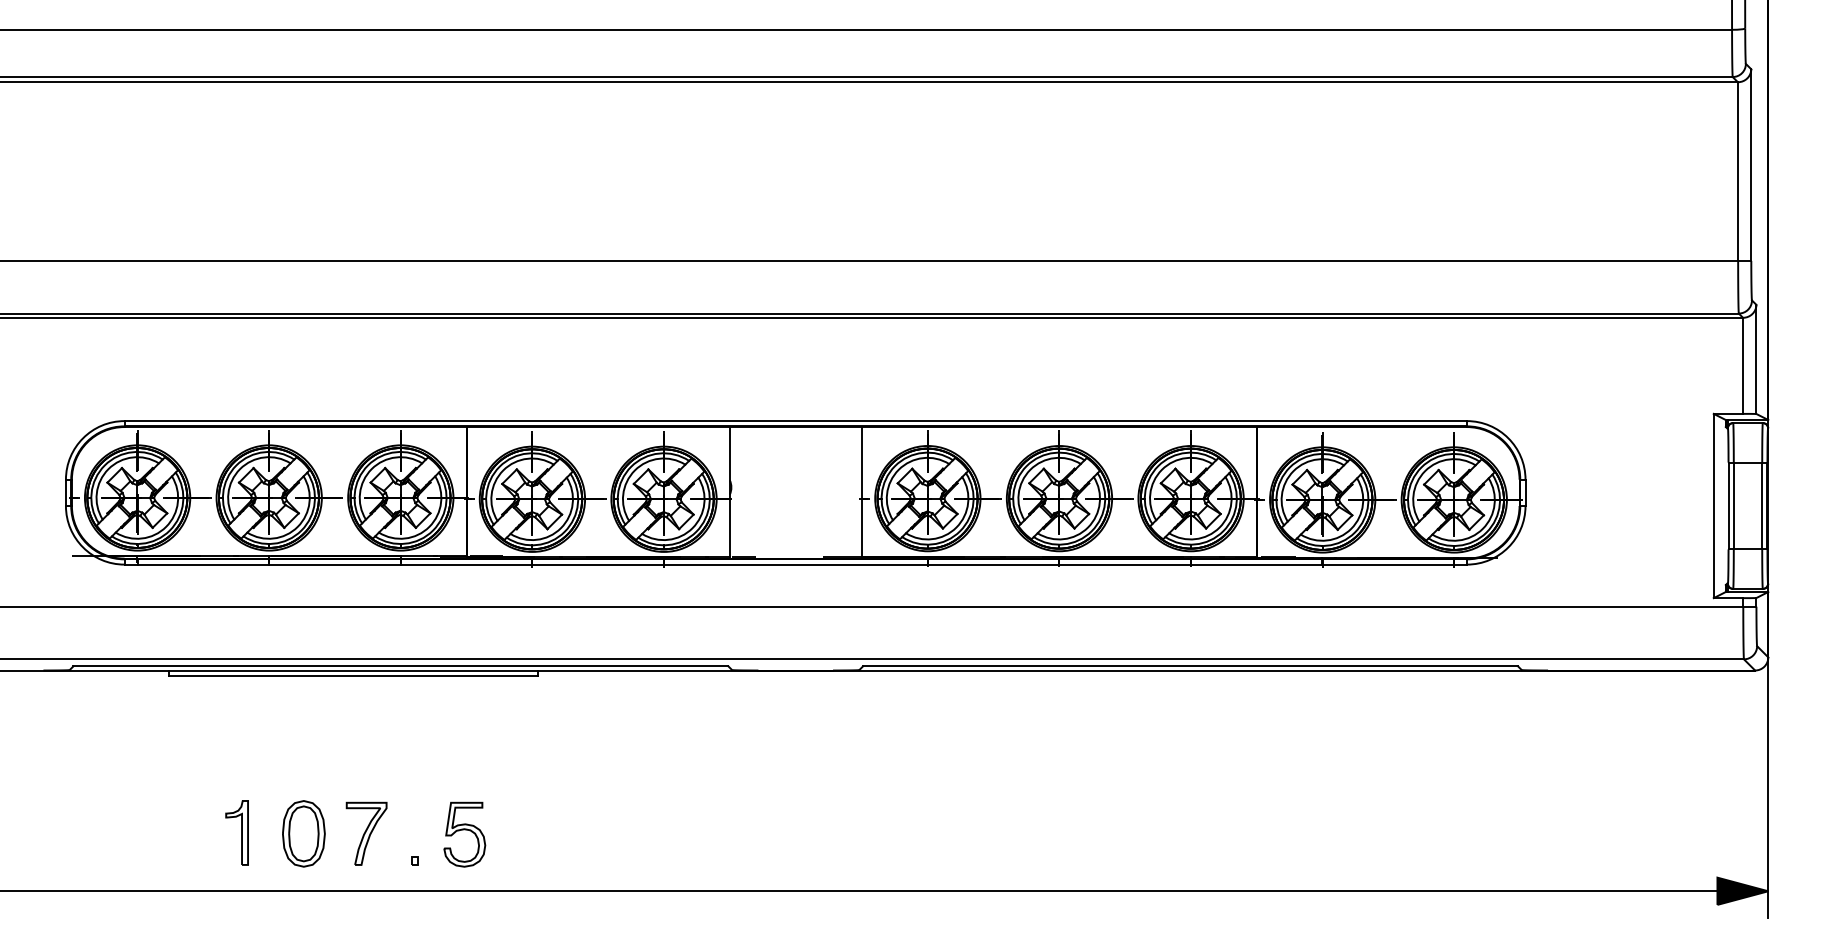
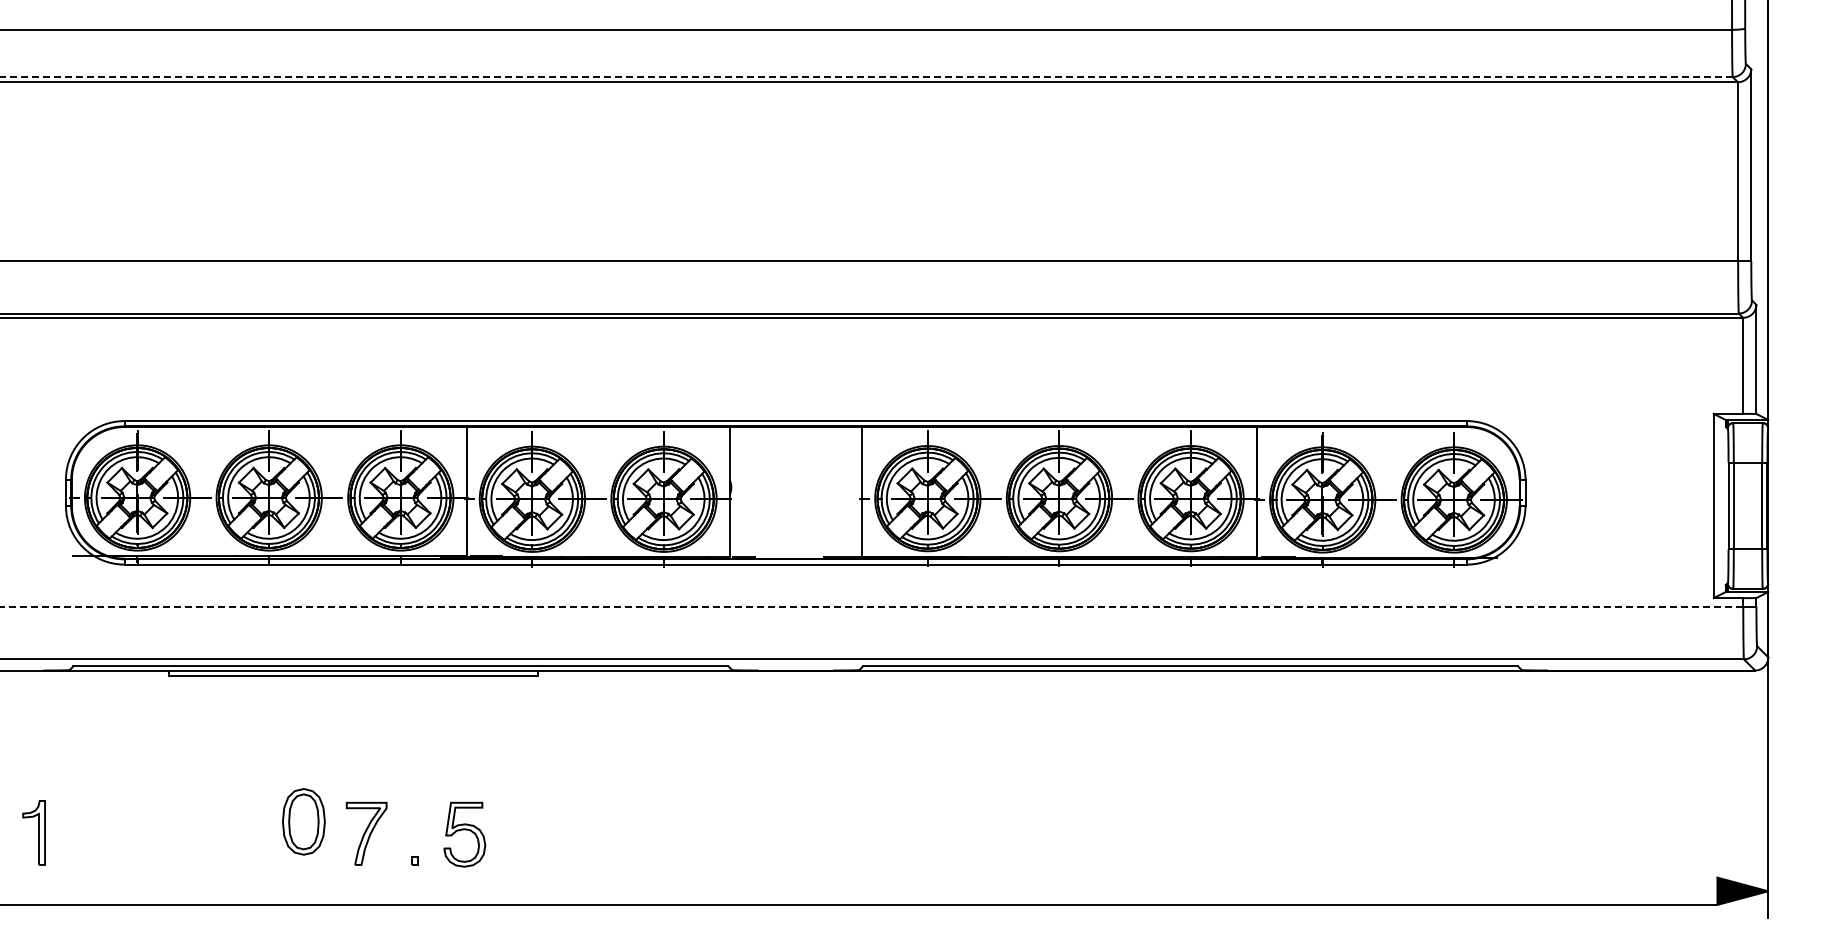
line at (865, 77): solid -> dashed
line at (872, 606): solid -> dashed
part at (236, 832) position: (236, 832) -> (33, 832)
part at (303, 833) position: (303, 833) -> (303, 821)
line at (859, 891) position: (859, 891) -> (859, 905)
